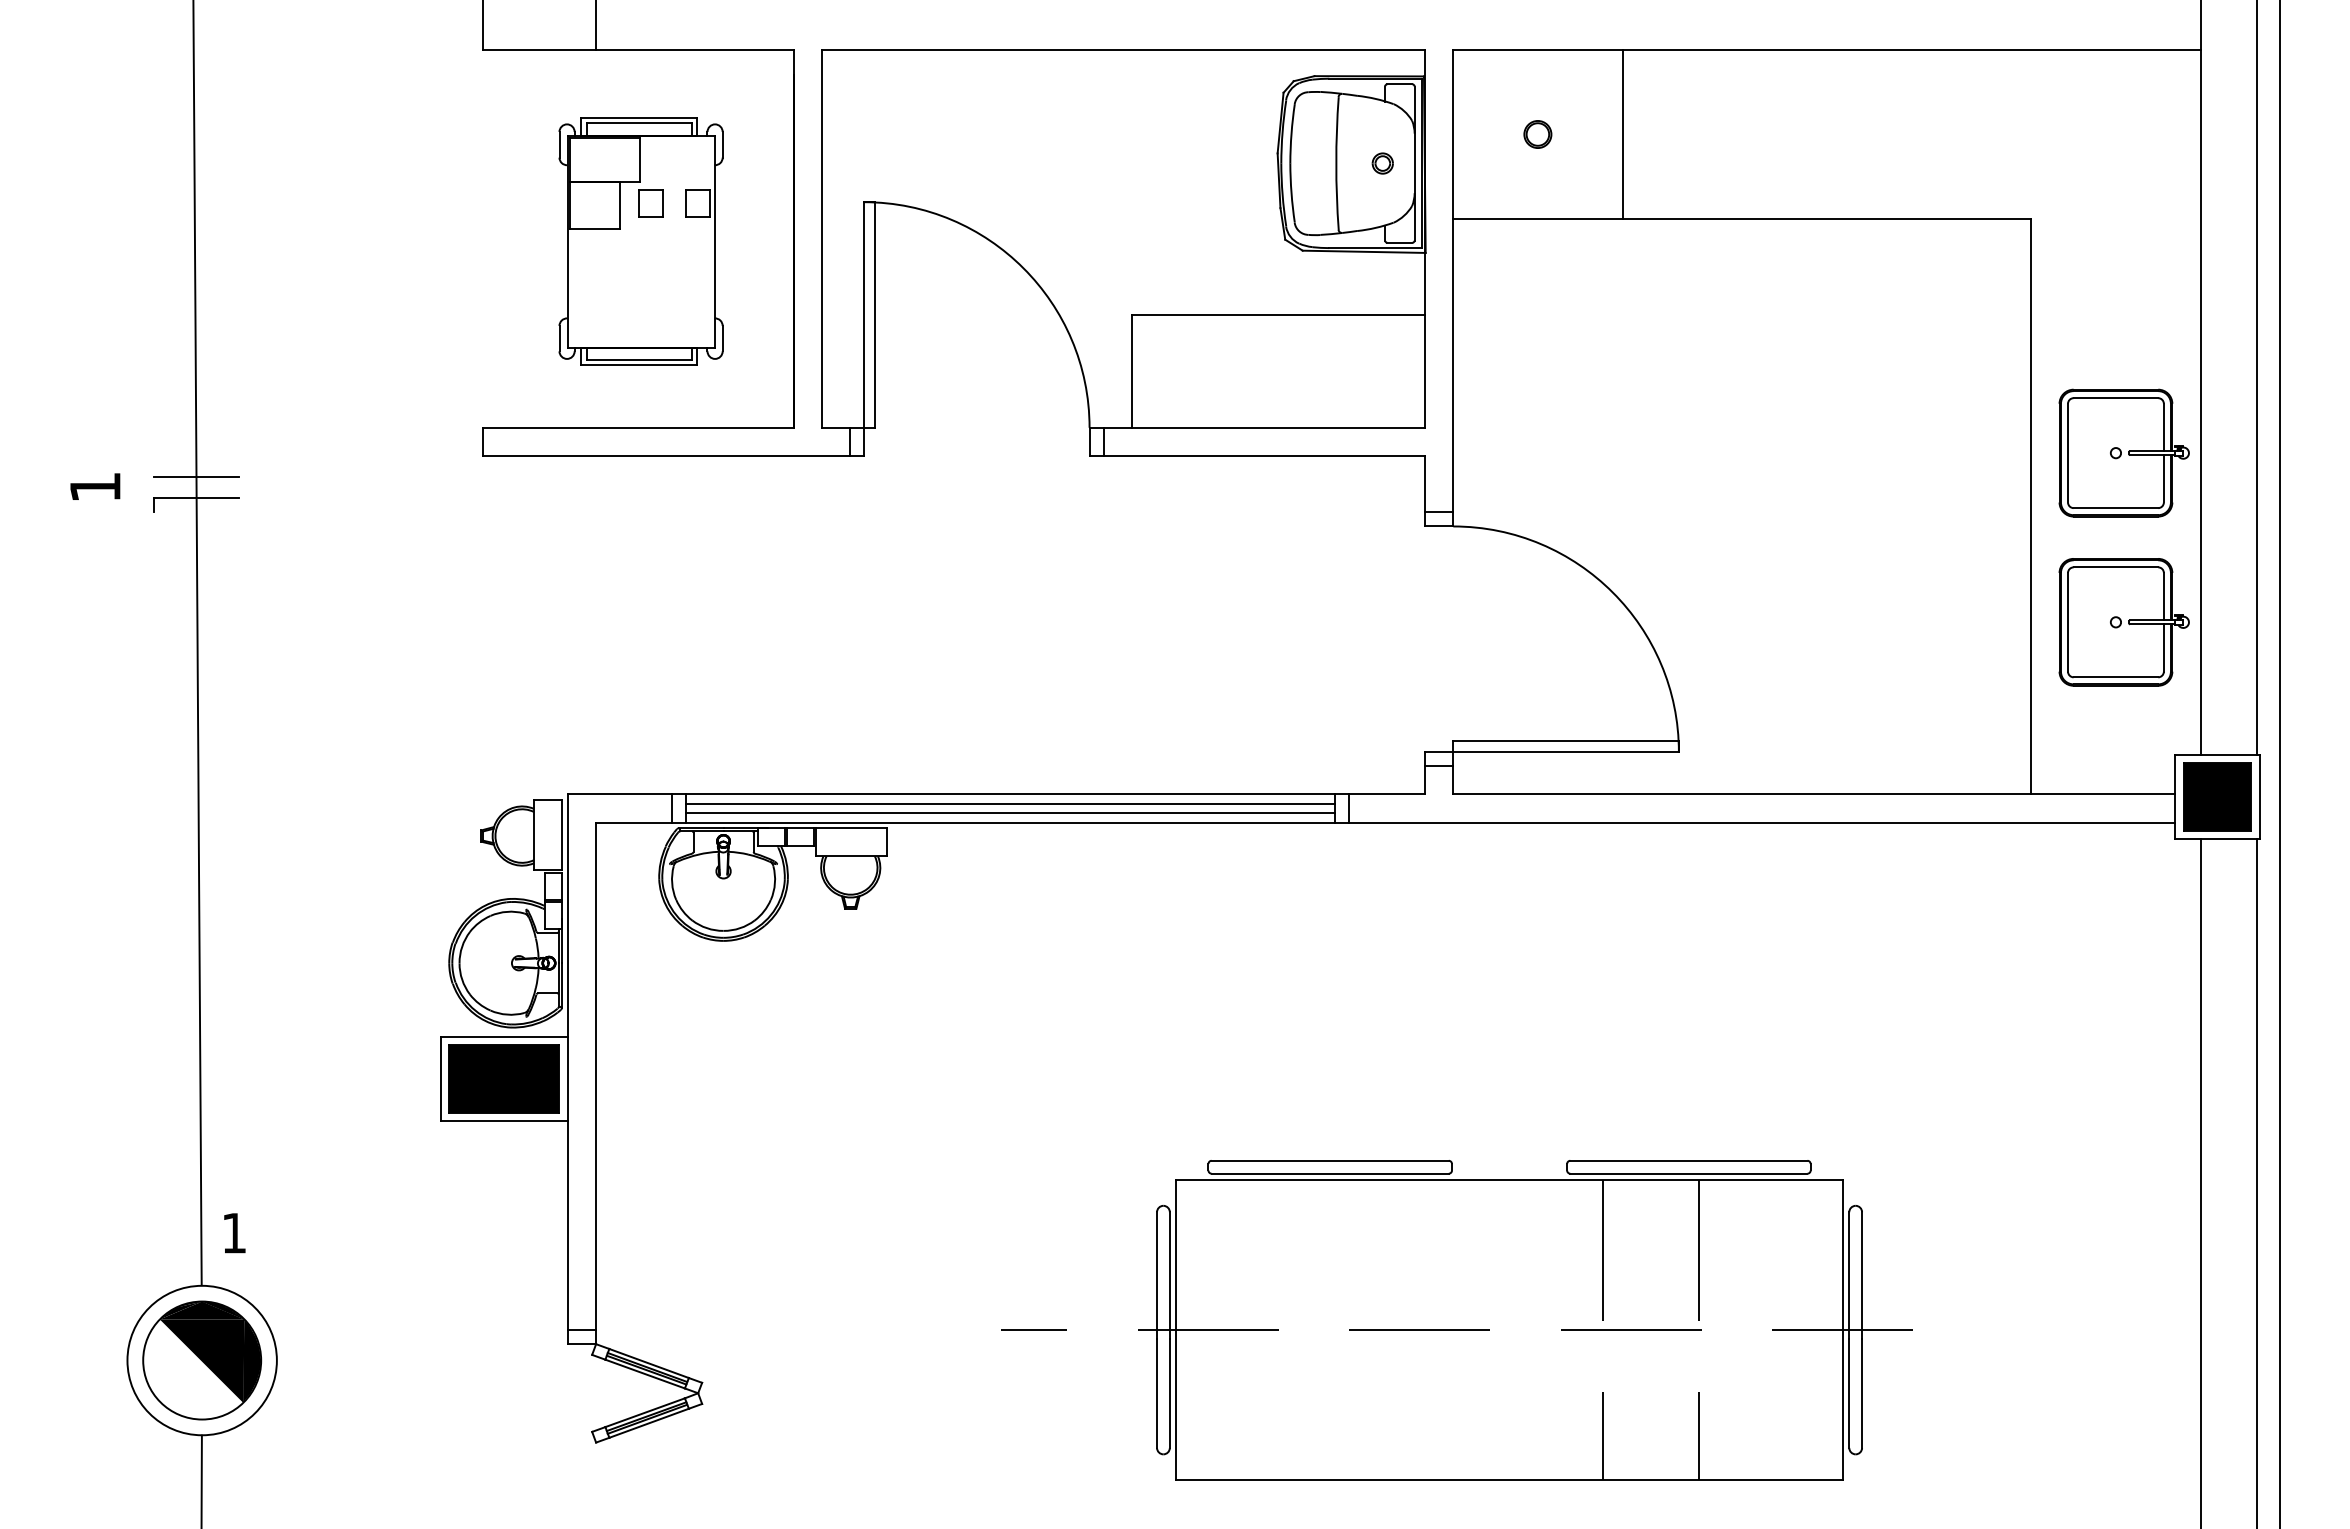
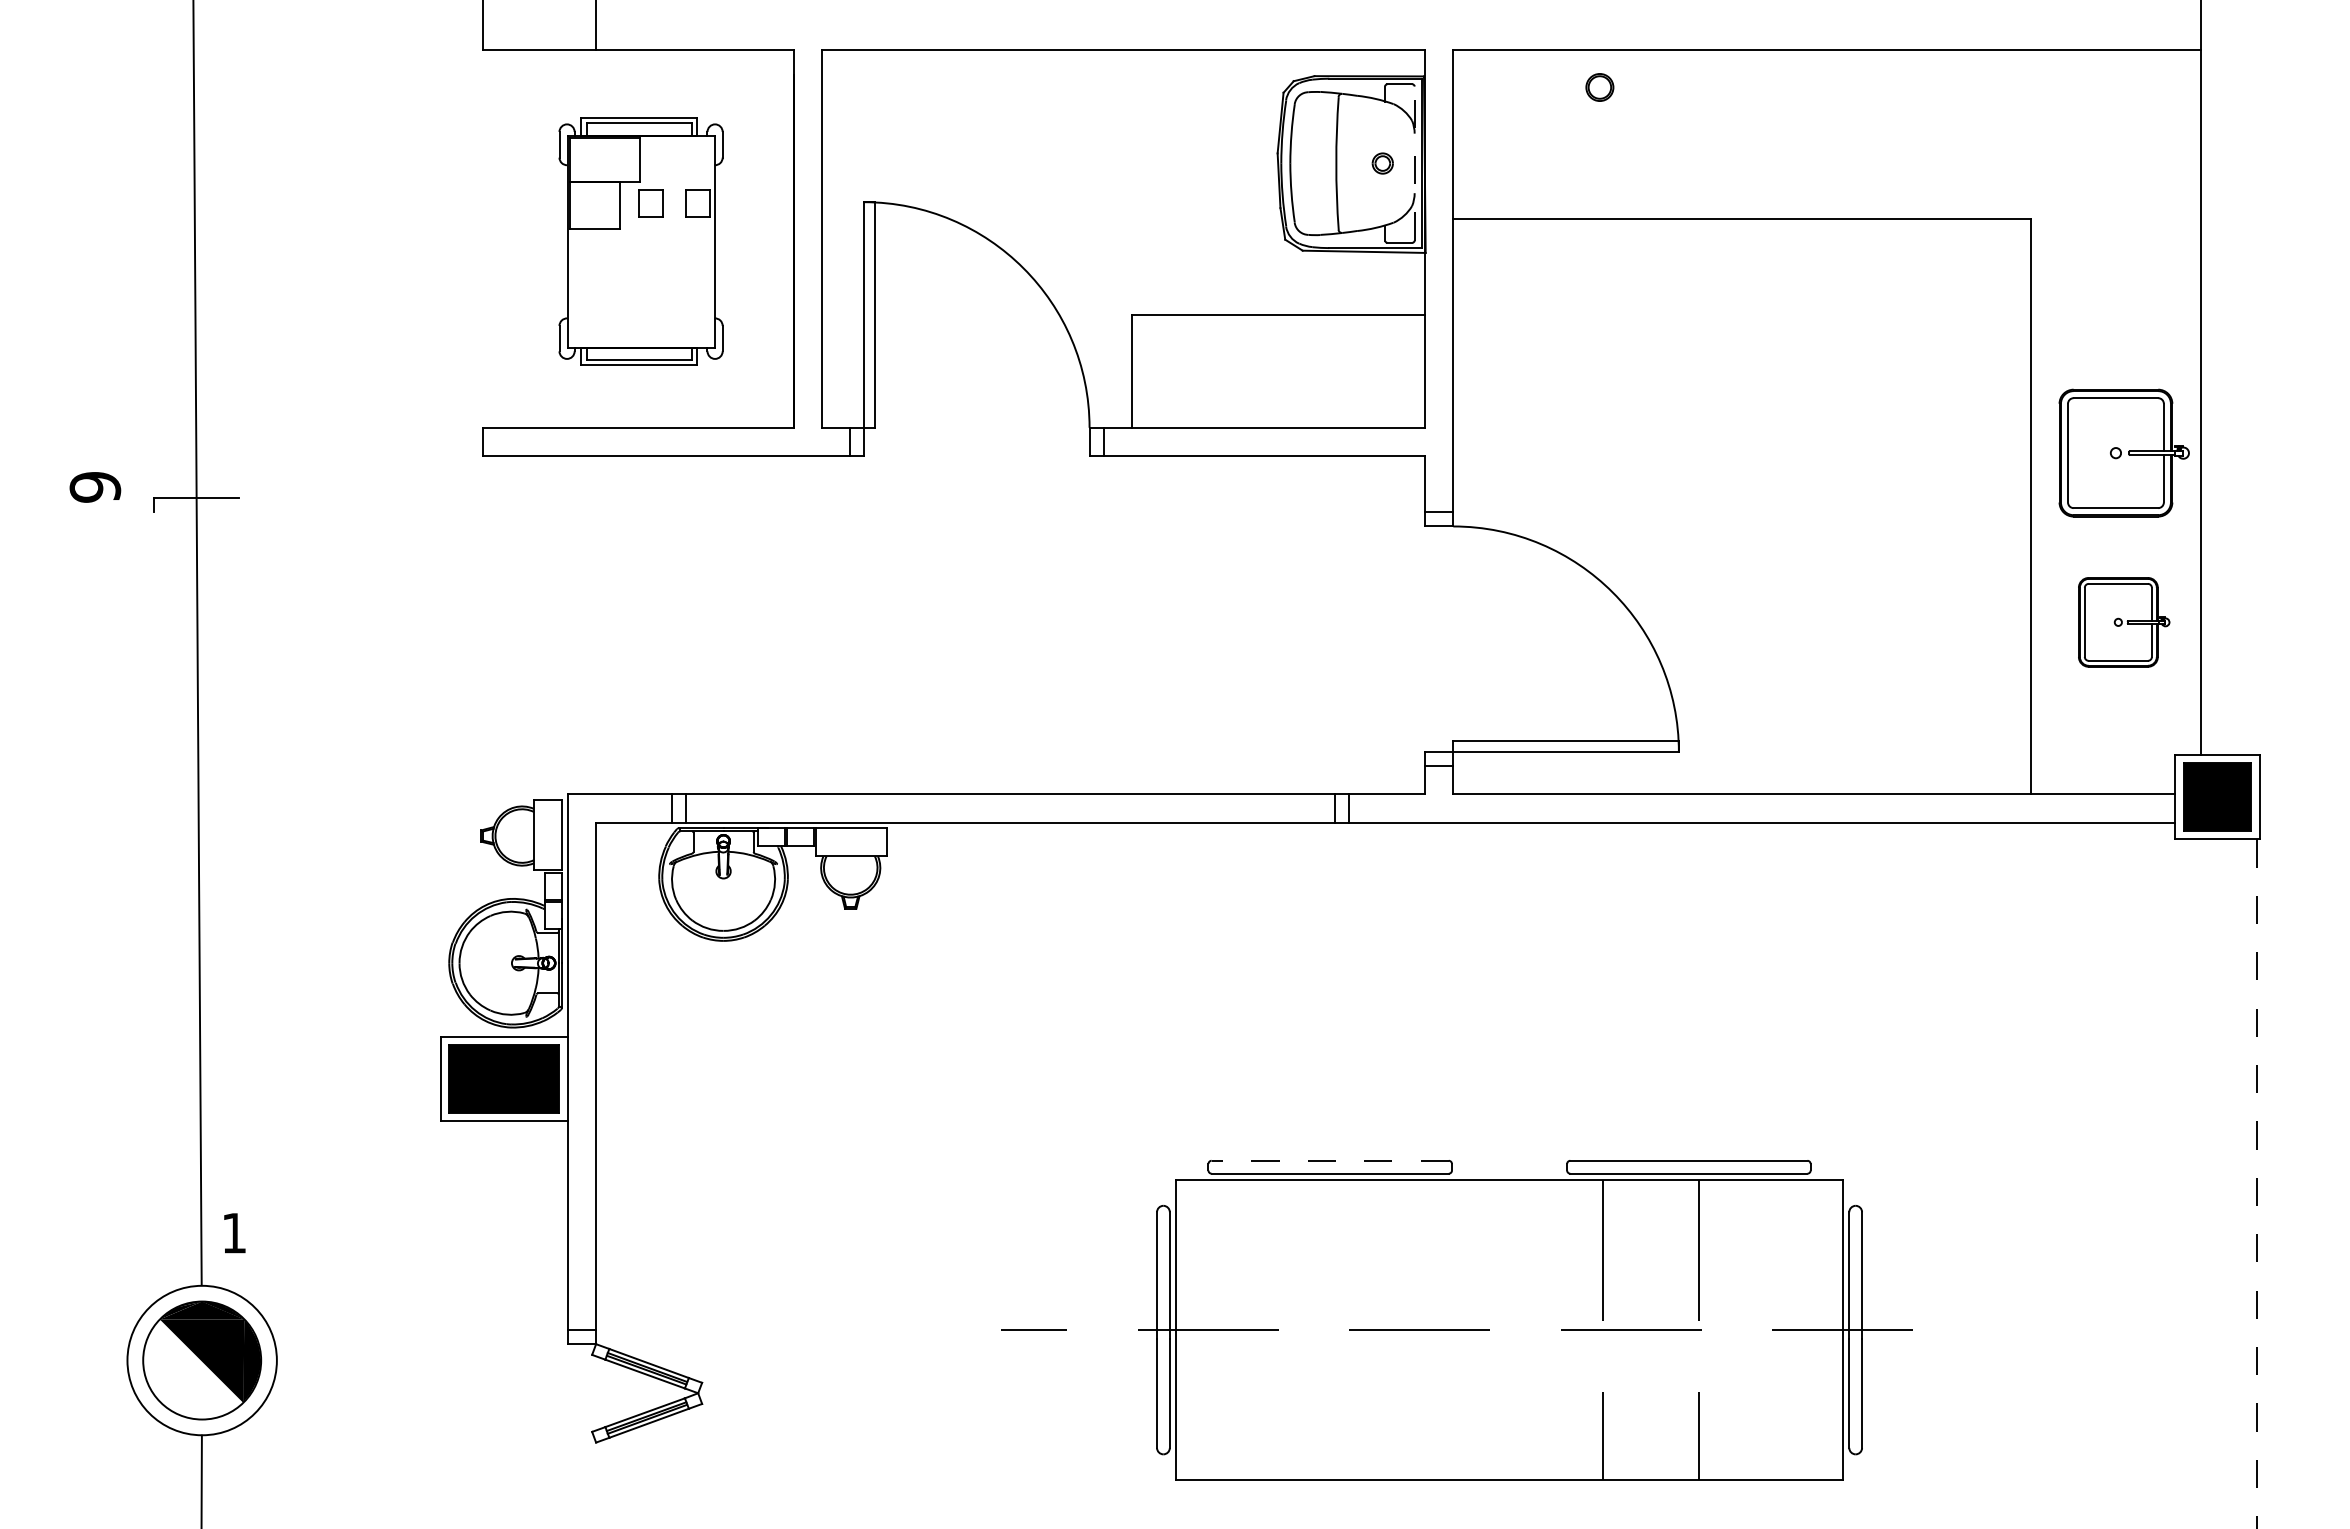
part at (1537, 134) position: (1537, 134) -> (1599, 87)
line at (1622, 134): present -> none
line at (1414, 163): solid -> dashed
line at (2256, 378): present -> none
line at (196, 476): present -> none
text at (95, 487): 1 -> 9
part at (2123, 622) size: 132x129 px -> 93x91 px
line at (2279, 763): present -> none
line at (1010, 804): present -> none
line at (1010, 812): present -> none
line at (1330, 1160): solid -> dashed
line at (2200, 1182): present -> none
line at (2256, 1184): solid -> dashed
